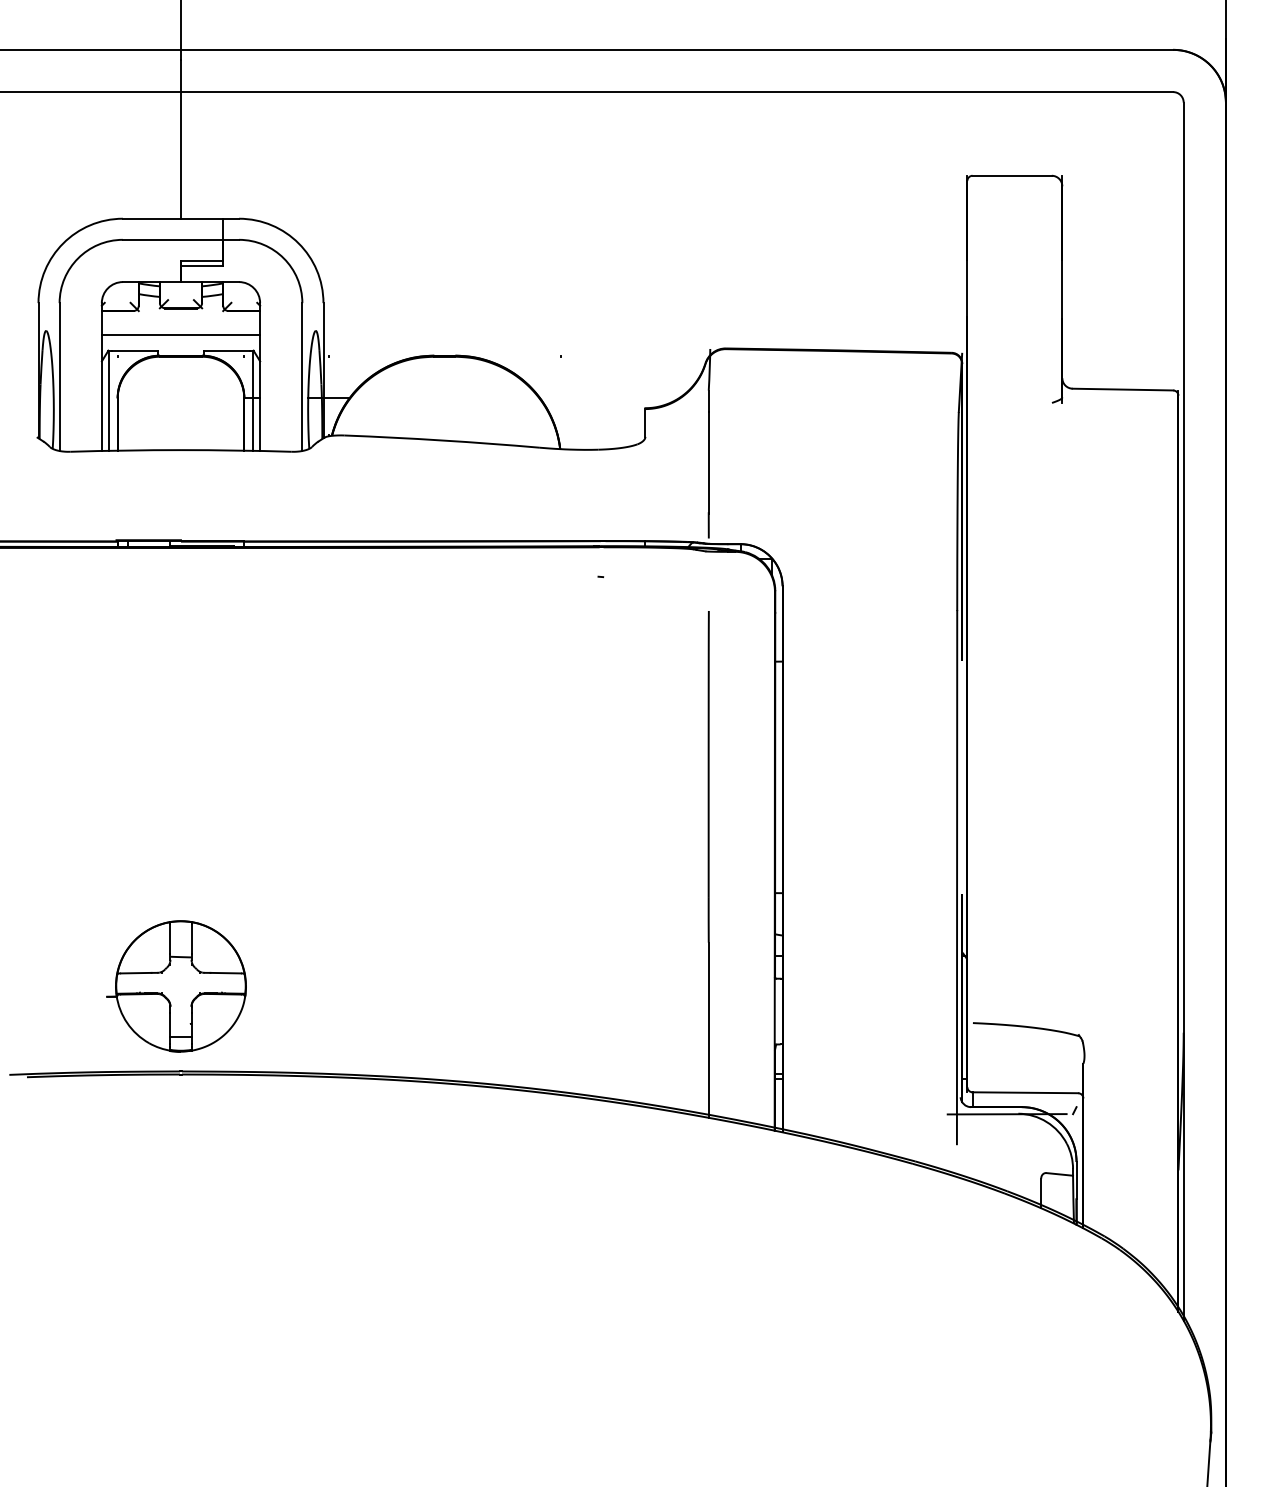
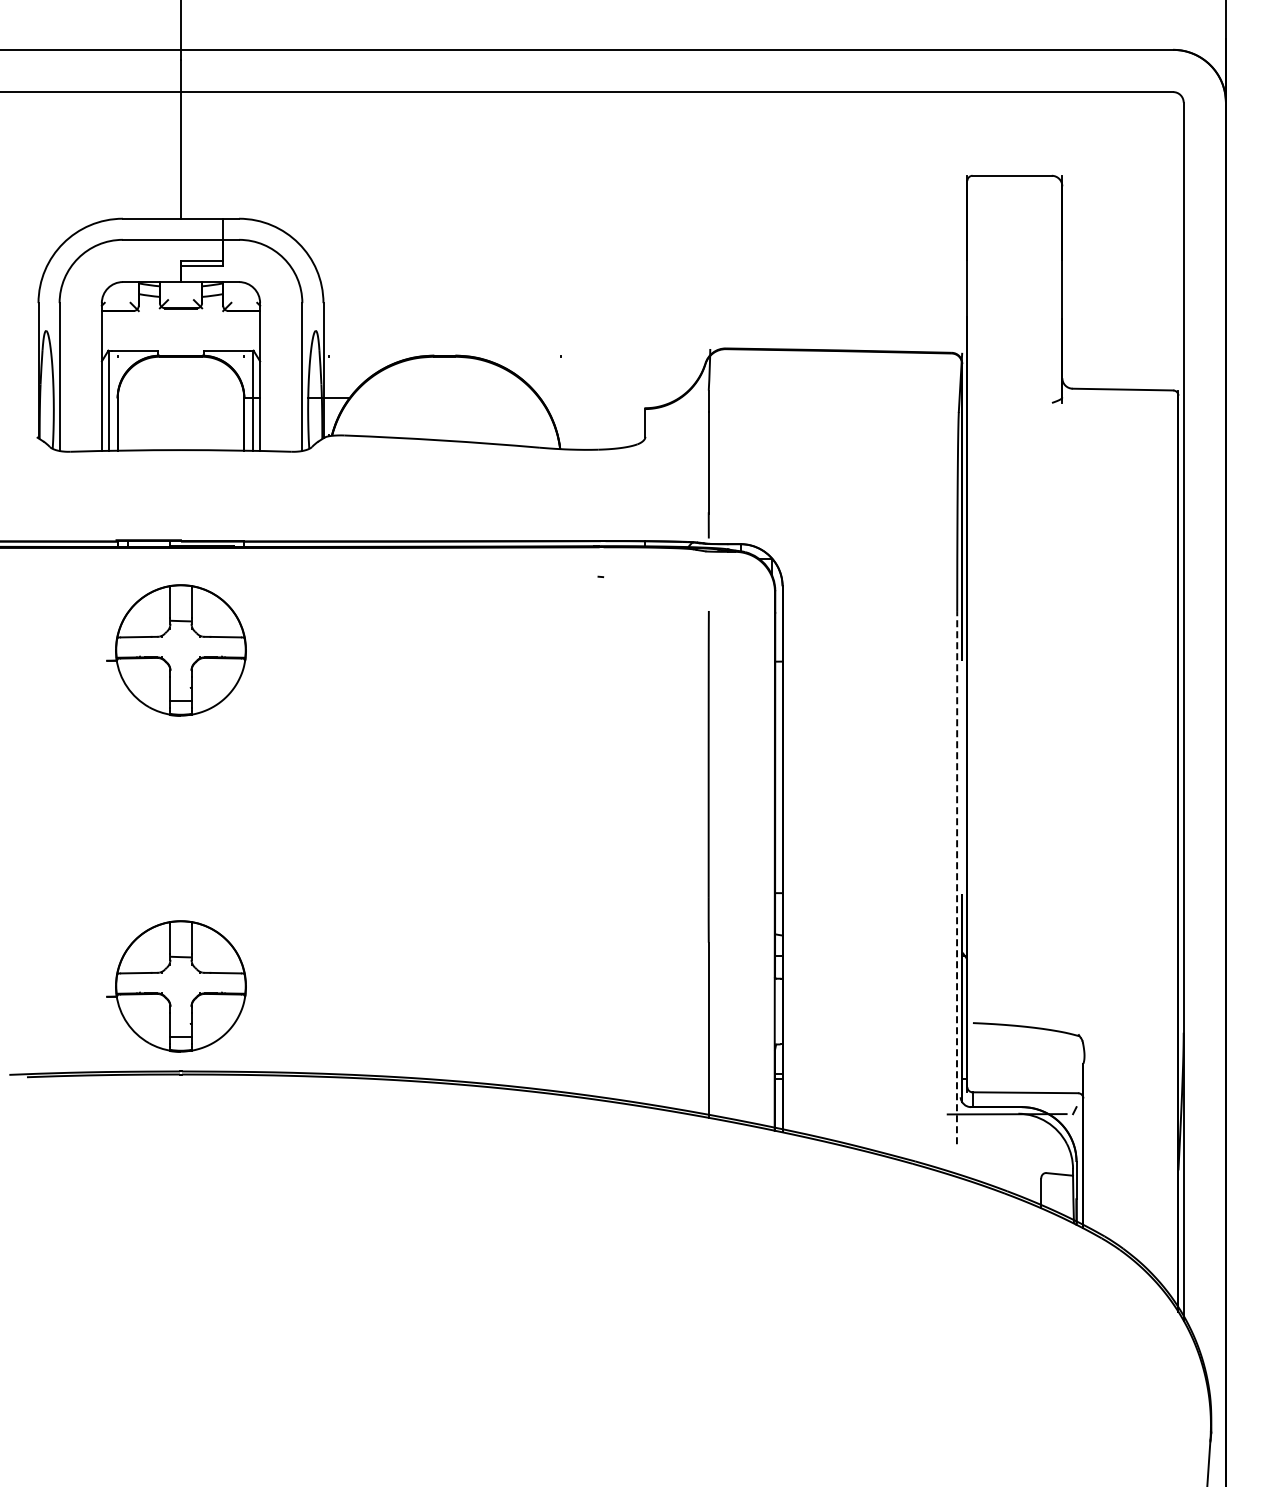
line at (180, 334): present -> none
part at (176, 650): none -> present
line at (957, 877): solid -> dashed
